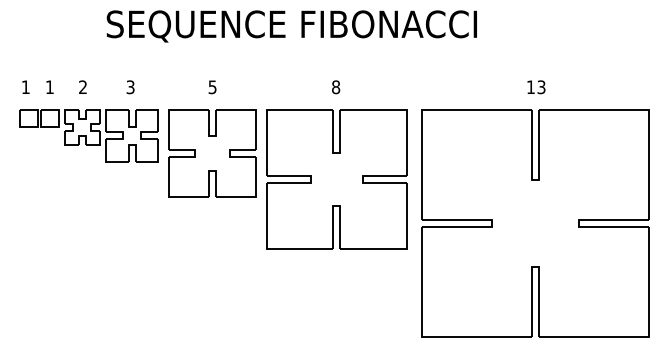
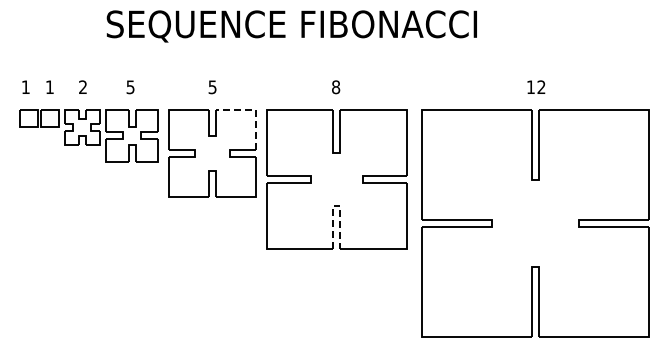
text at (130, 86): 3 -> 5
text at (541, 87): 13 -> 12
line at (256, 109): solid -> dashed
line at (337, 205): solid -> dashed
